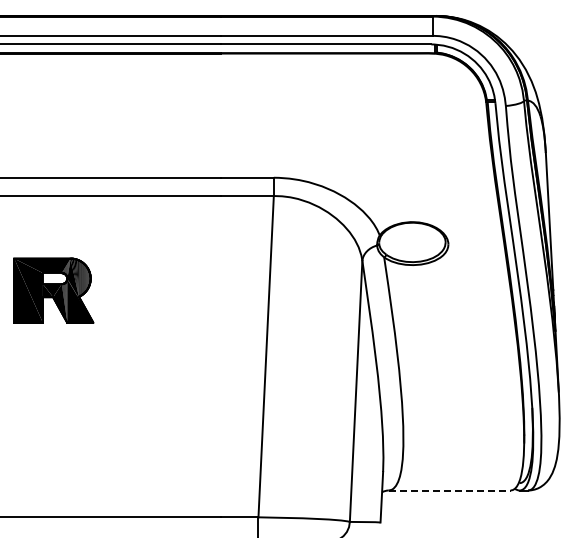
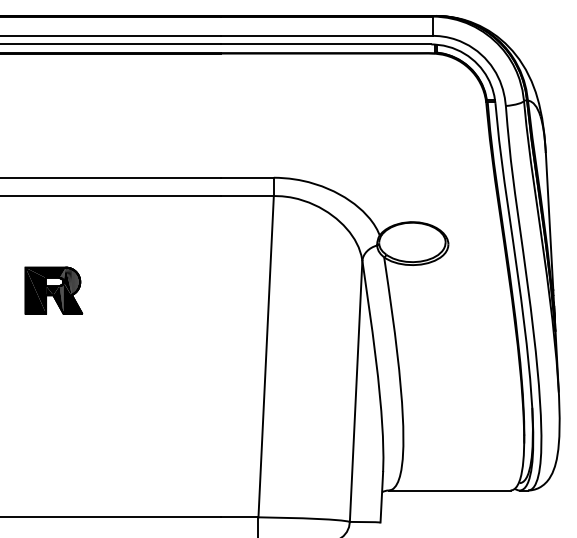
part at (53, 290) size: 82x67 px -> 60x49 px
line at (449, 490): dashed -> solid
